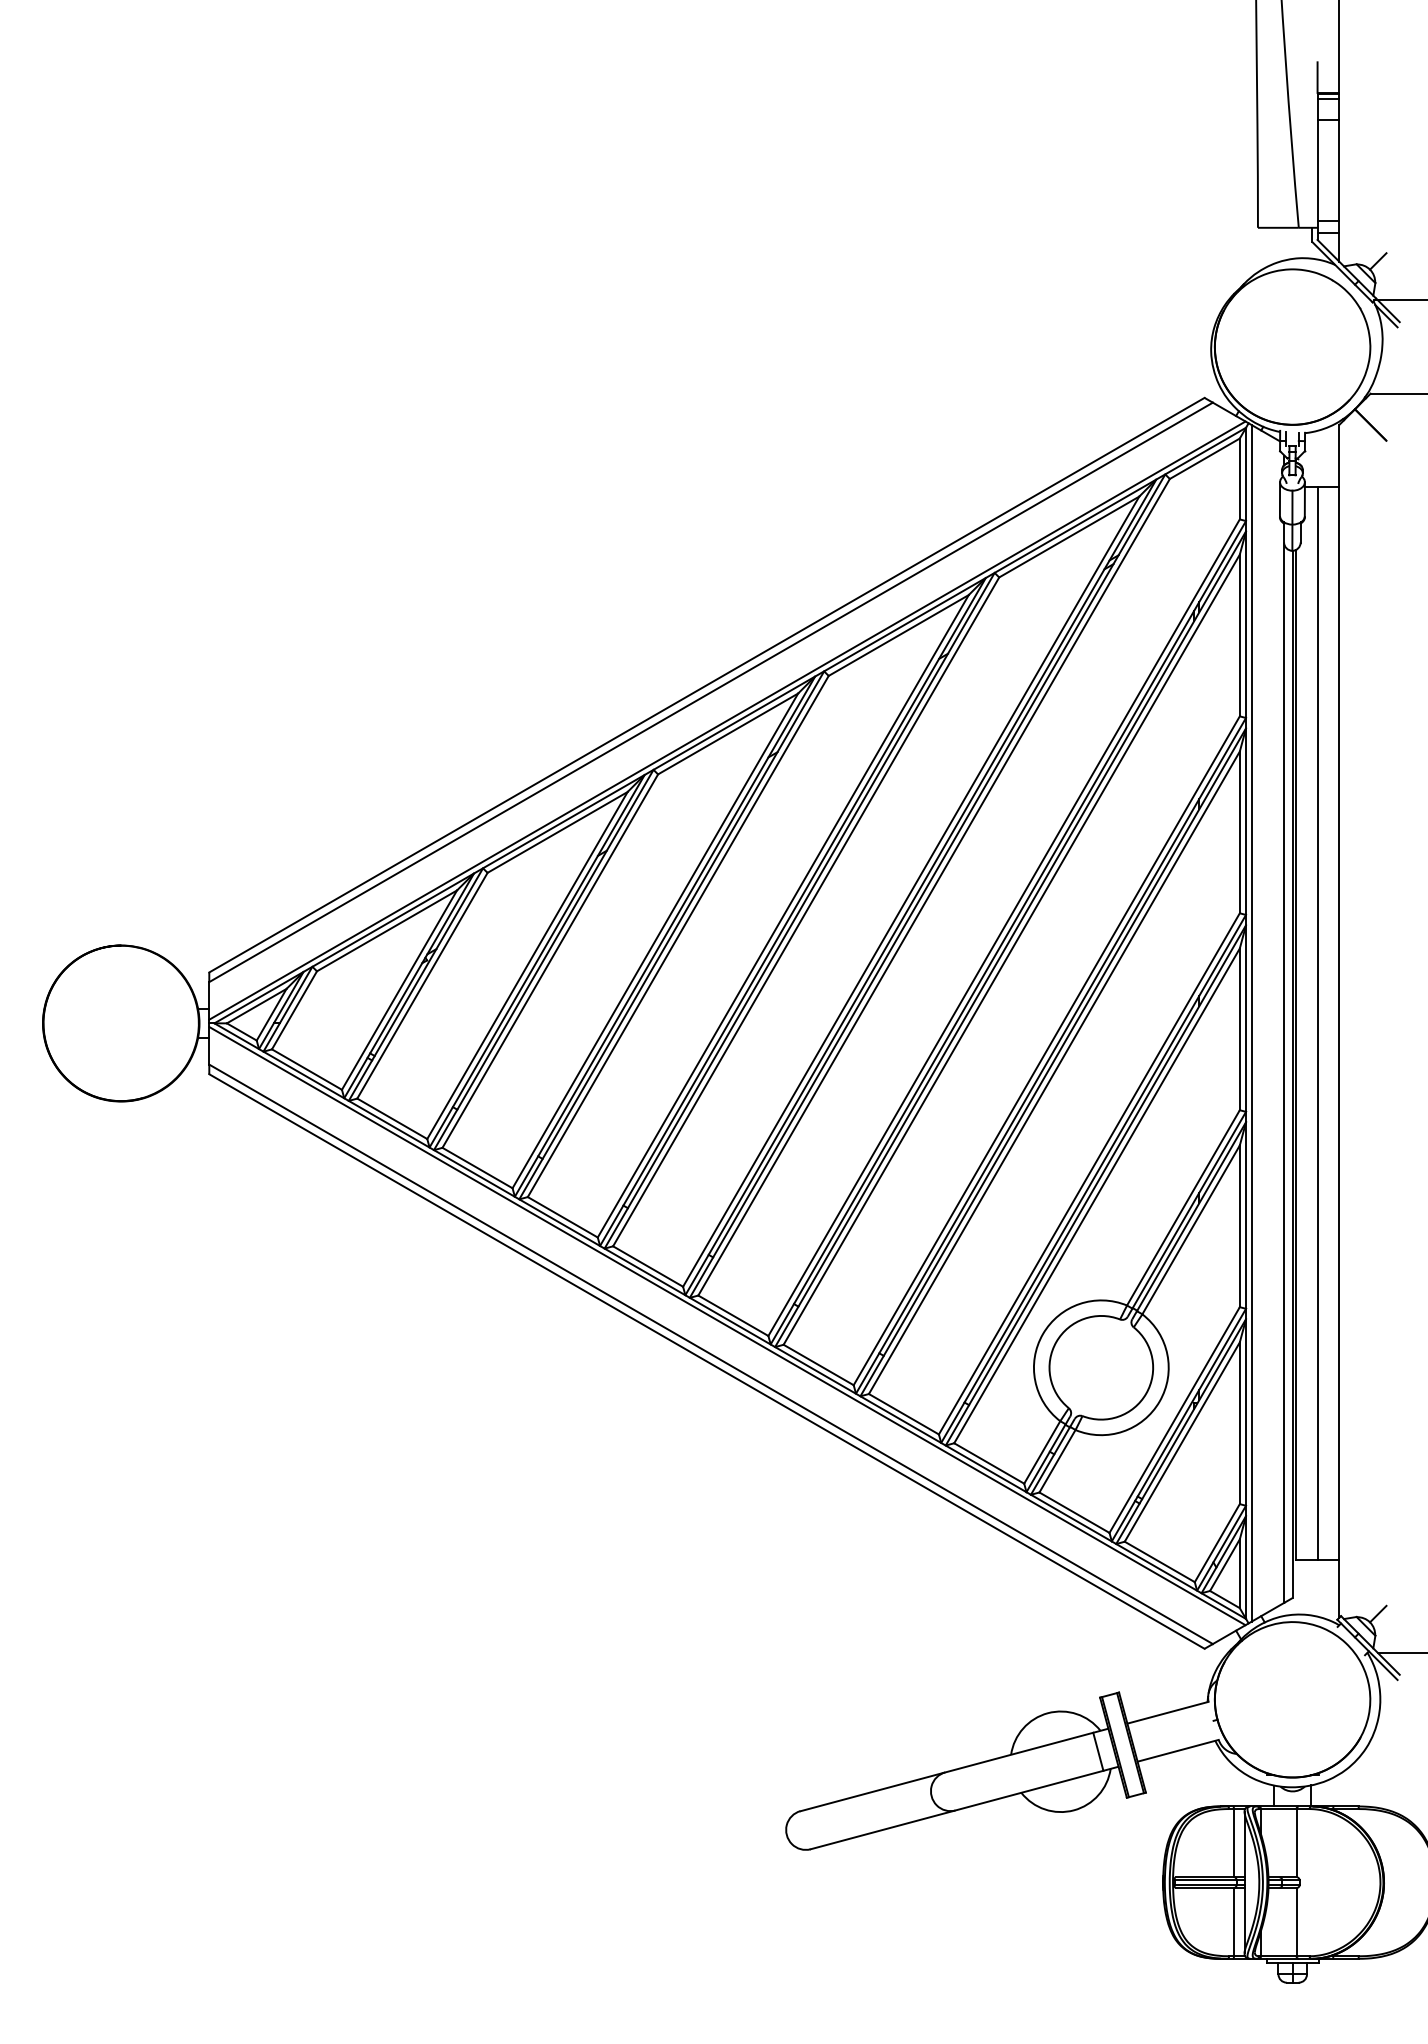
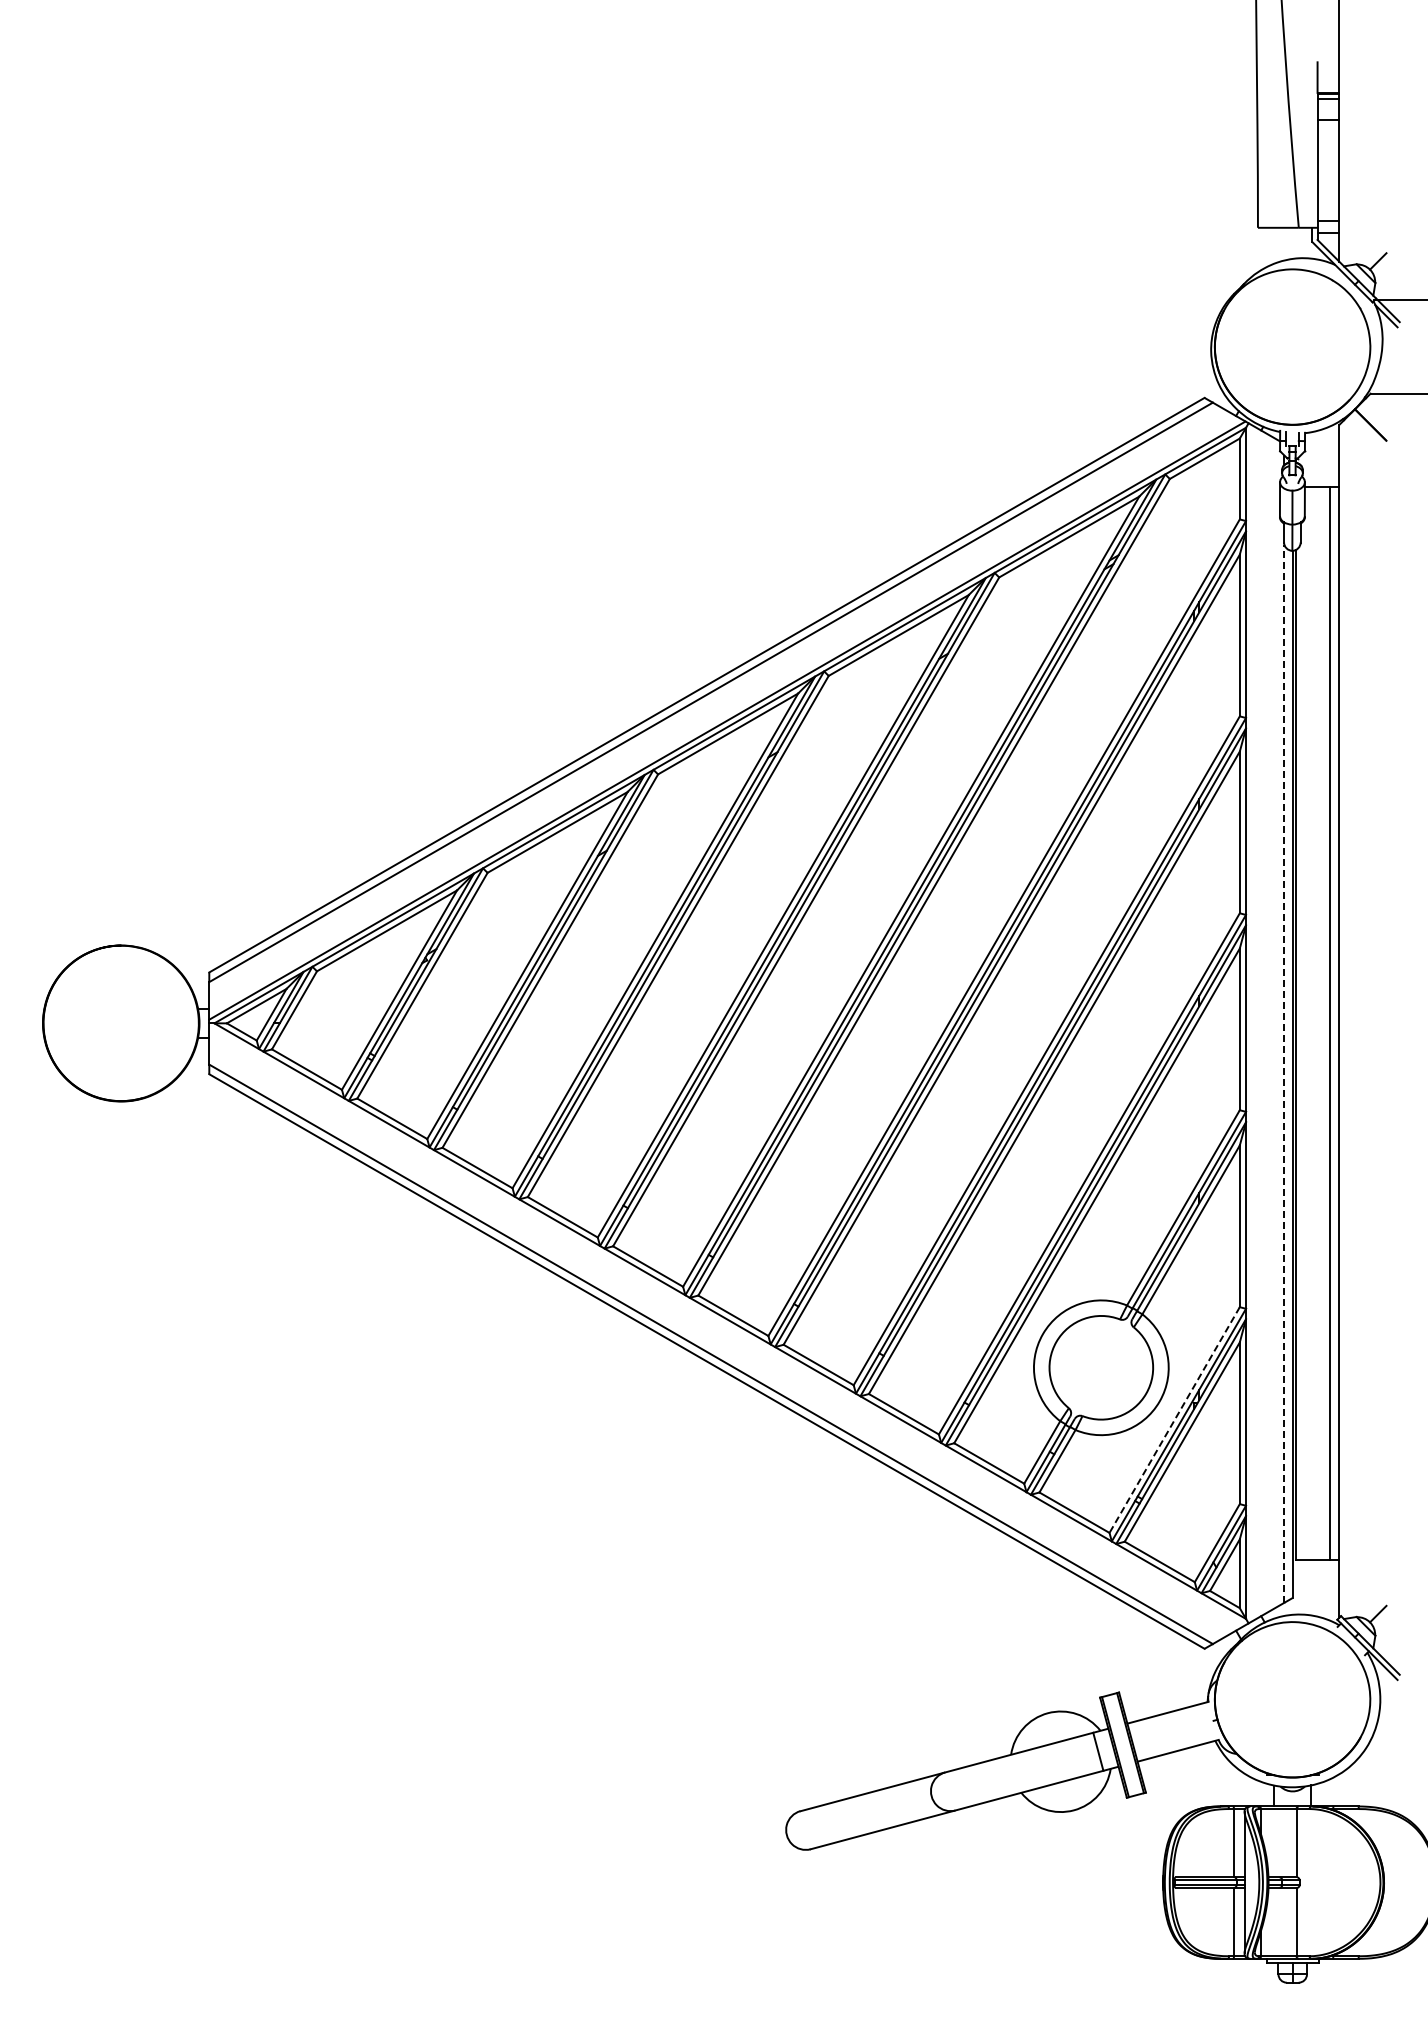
line at (1317, 1022) position: (1317, 1022) -> (1329, 1022)
line at (1251, 1023): present -> none
line at (1284, 1073): solid -> dashed
line at (727, 1325): present -> none
line at (1174, 1420): solid -> dashed
line at (1400, 1653): present -> none
